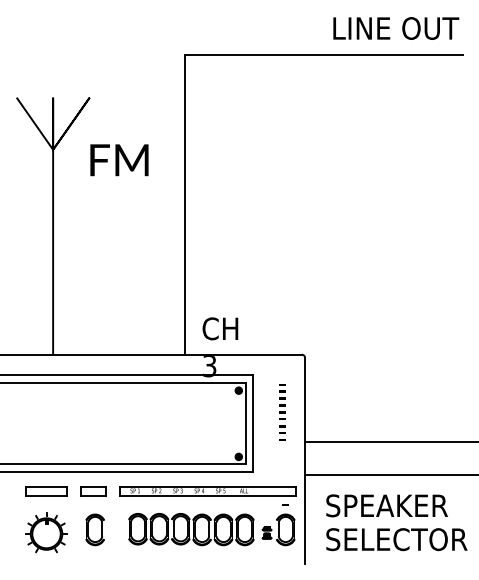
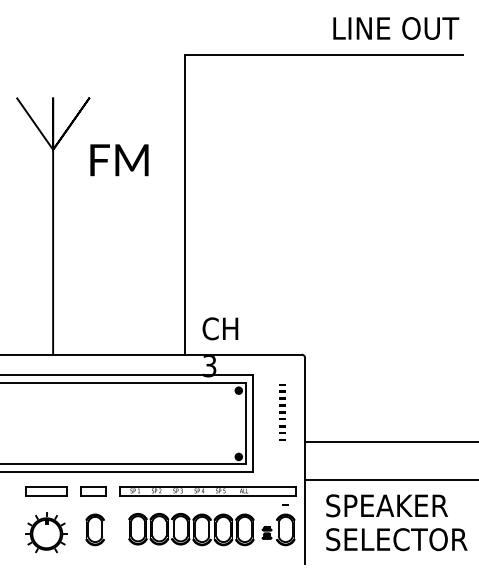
line at (390, 474) position: (390, 474) -> (390, 479)
